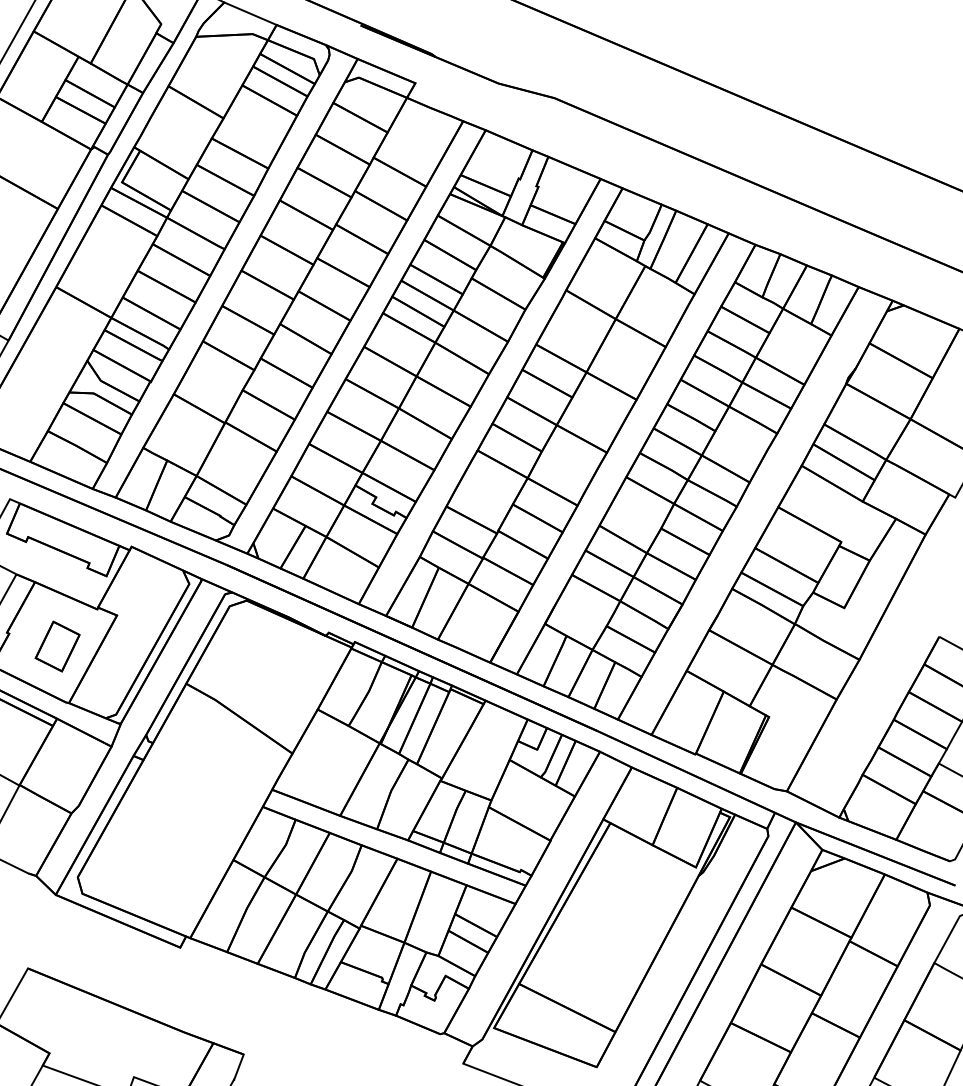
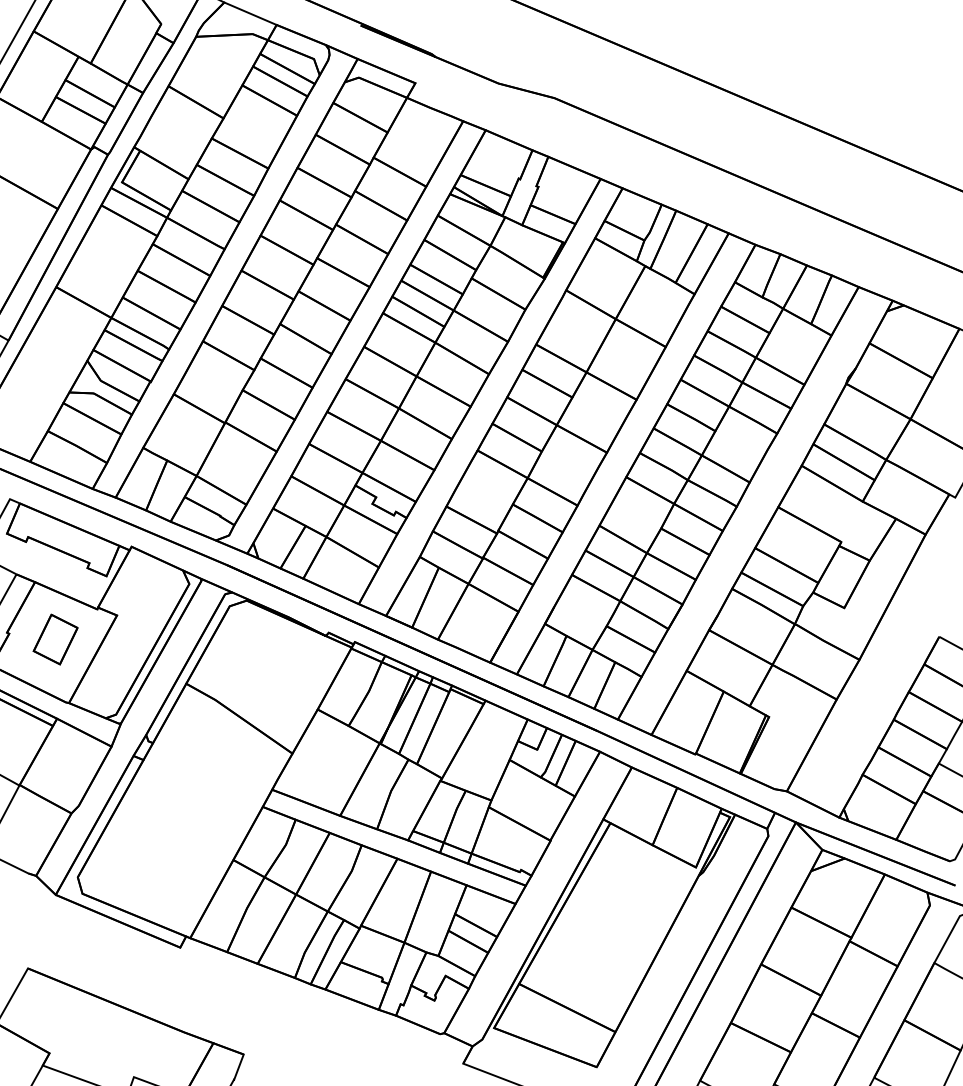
part at (57, 646) position: (57, 646) -> (55, 639)
